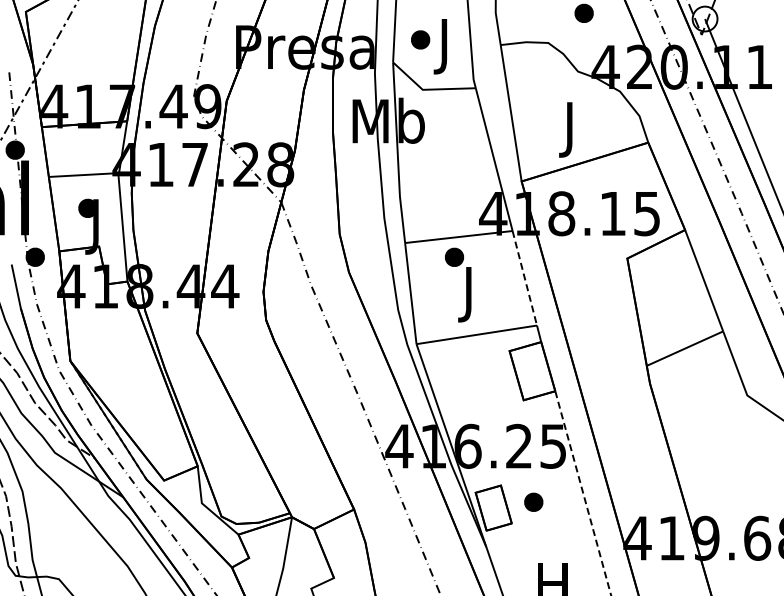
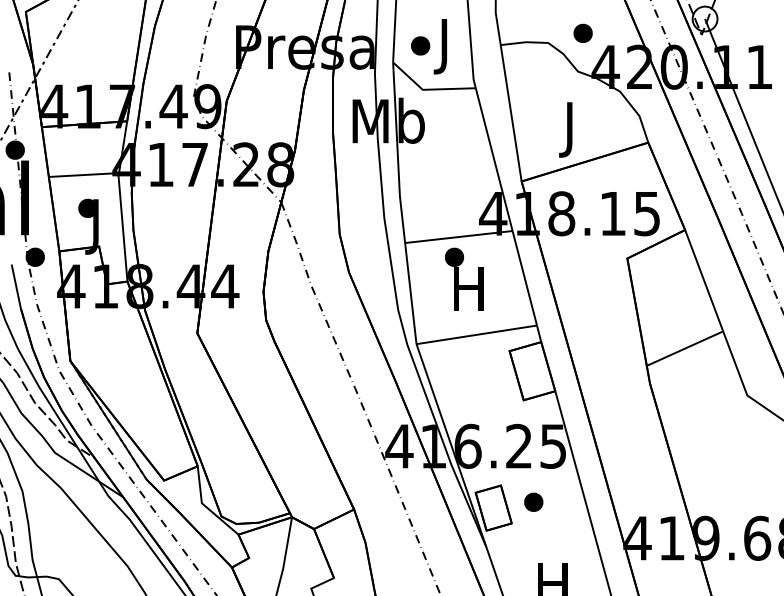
part at (583, 12) position: (583, 12) -> (582, 32)
part at (420, 39) position: (420, 39) -> (420, 45)
line at (524, 278): dashed -> solid
text at (468, 294): J -> H
line at (583, 494): dashed -> solid
